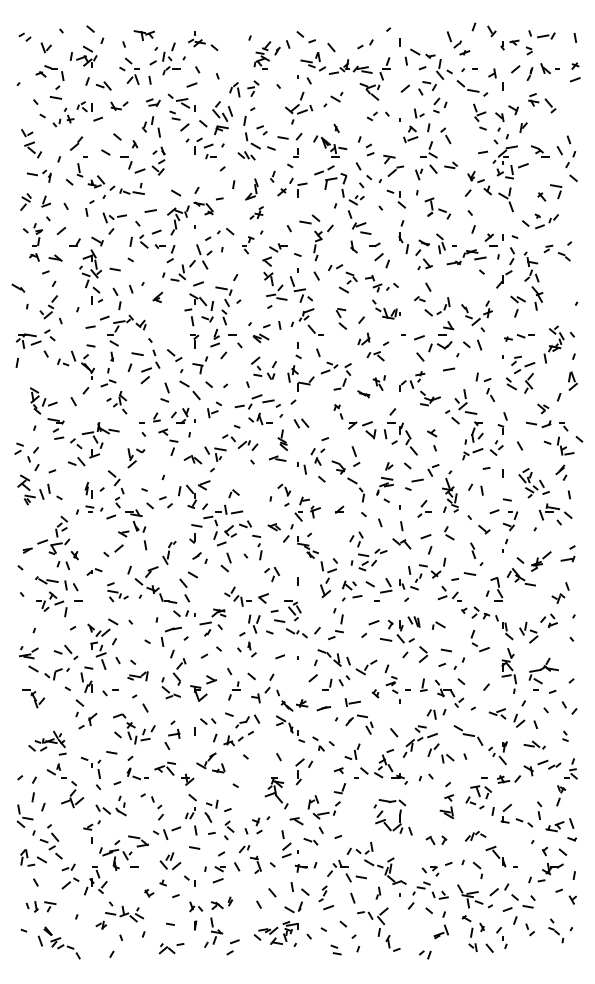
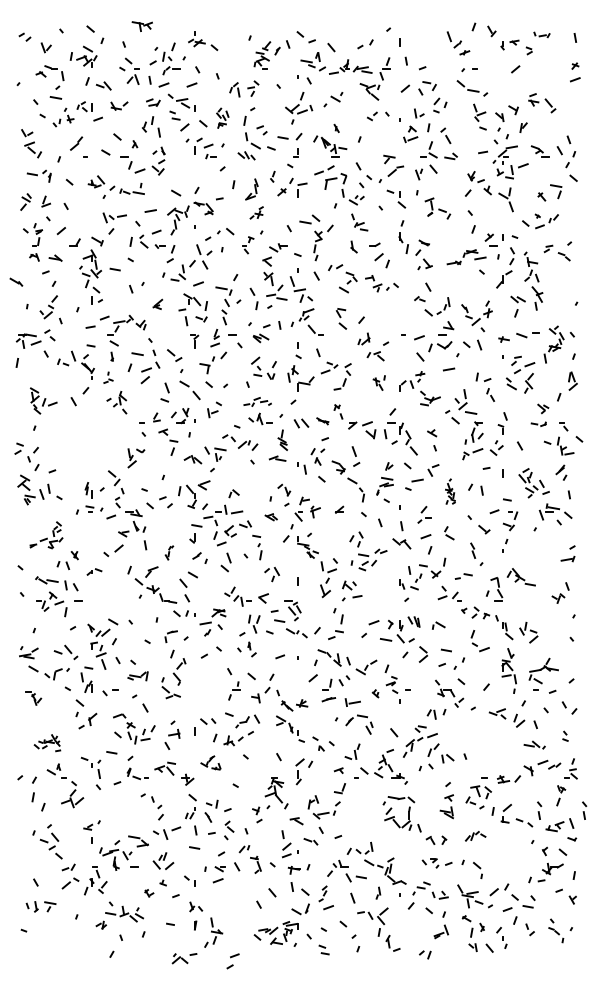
part at (541, 34) size: 28x10 px -> 18x8 px
part at (143, 35) position: (143, 35) -> (141, 26)
part at (431, 63): present -> none
part at (542, 71): present -> none
part at (495, 79): present -> none
line at (163, 84): none -> present
part at (222, 118) size: 22x35 px -> 14x22 px
part at (370, 149): present -> none
part at (450, 165) position: (450, 165) -> (450, 156)
part at (79, 170): present -> none
part at (89, 208): present -> none
part at (359, 222) size: 24x25 px -> 18x19 px
part at (446, 243): present -> none
part at (18, 287) position: (18, 287) -> (16, 281)
part at (157, 296) position: (157, 296) -> (157, 303)
part at (116, 298) position: (116, 298) -> (253, 298)
part at (198, 309) position: (198, 309) -> (192, 309)
part at (386, 309): present -> none
part at (519, 337) size: 31x8 px -> 42x11 px
part at (199, 365) position: (199, 365) -> (206, 365)
part at (108, 377) size: 17x20 px -> 11x13 px
part at (363, 394) position: (363, 394) -> (322, 421)
part at (257, 401) size: 47x16 px -> 29x10 px
part at (538, 424) size: 26x9 px -> 17x6 px
part at (83, 442): present -> none
part at (450, 491) size: 17x43 px -> 11x27 px
part at (424, 508) position: (424, 508) -> (424, 514)
part at (273, 527) position: (273, 527) -> (270, 517)
part at (46, 534) size: 49x40 px -> 35x29 px
part at (169, 552) size: 15x24 px -> 11x16 px
part at (533, 561): present -> none
part at (463, 576) size: 26x9 px -> 19x7 px
part at (378, 589): present -> none
part at (117, 592): present -> none
part at (548, 620): present -> none
part at (170, 636) size: 22x21 px -> 14x13 px
part at (423, 684): present -> none
part at (203, 688): present -> none
part at (33, 698) size: 24x20 px -> 18x15 px
part at (323, 708) position: (323, 708) -> (328, 699)
part at (47, 742) size: 39x26 px -> 29x19 px
part at (480, 745): present -> none
part at (210, 762) size: 30x22 px -> 22x16 px
part at (425, 777) position: (425, 777) -> (425, 767)
part at (110, 805): present -> none
part at (584, 810): none -> present
part at (24, 815): present -> none
part at (399, 817) position: (399, 817) -> (408, 814)
part at (261, 825) position: (261, 825) -> (261, 814)
part at (501, 856): present -> none
part at (33, 857): present -> none
part at (170, 860) position: (170, 860) -> (163, 860)
part at (305, 867) position: (305, 867) -> (298, 869)
part at (430, 871) position: (430, 871) -> (430, 863)
part at (222, 902): present -> none
part at (293, 907) position: (293, 907) -> (300, 909)
part at (58, 942): present -> none
part at (232, 947) position: (232, 947) -> (232, 961)
part at (171, 948) position: (171, 948) -> (184, 958)
part at (335, 949) position: (335, 949) -> (323, 949)
